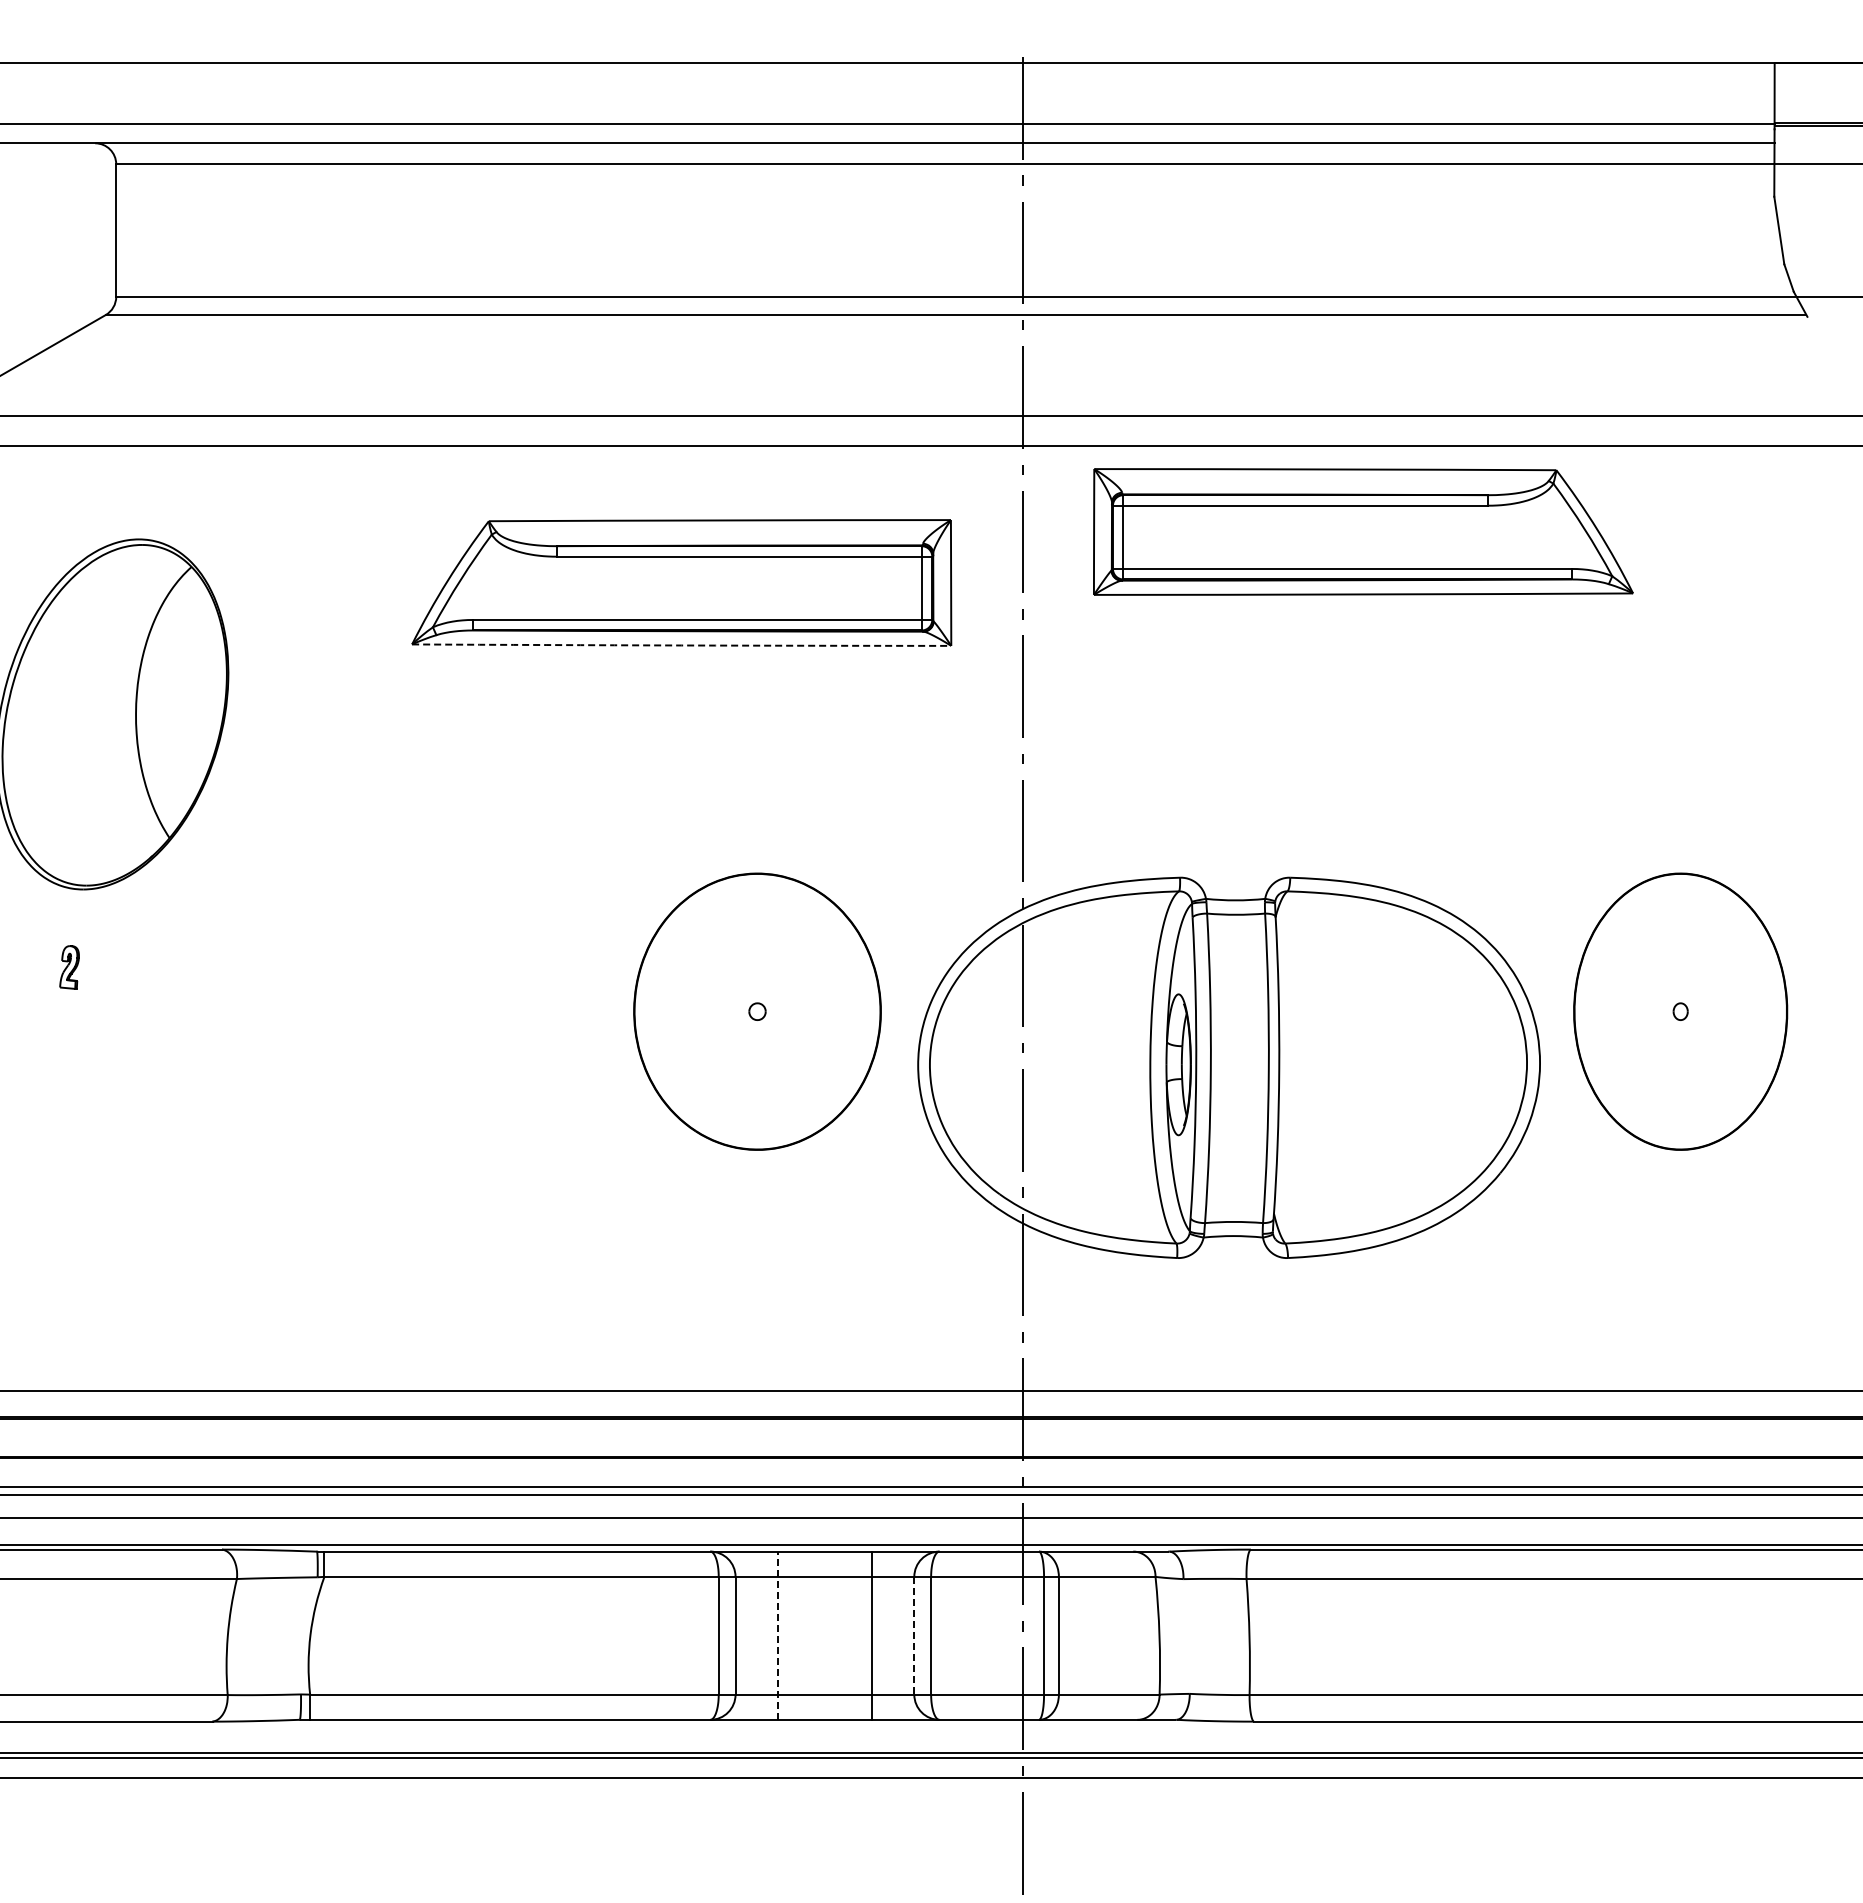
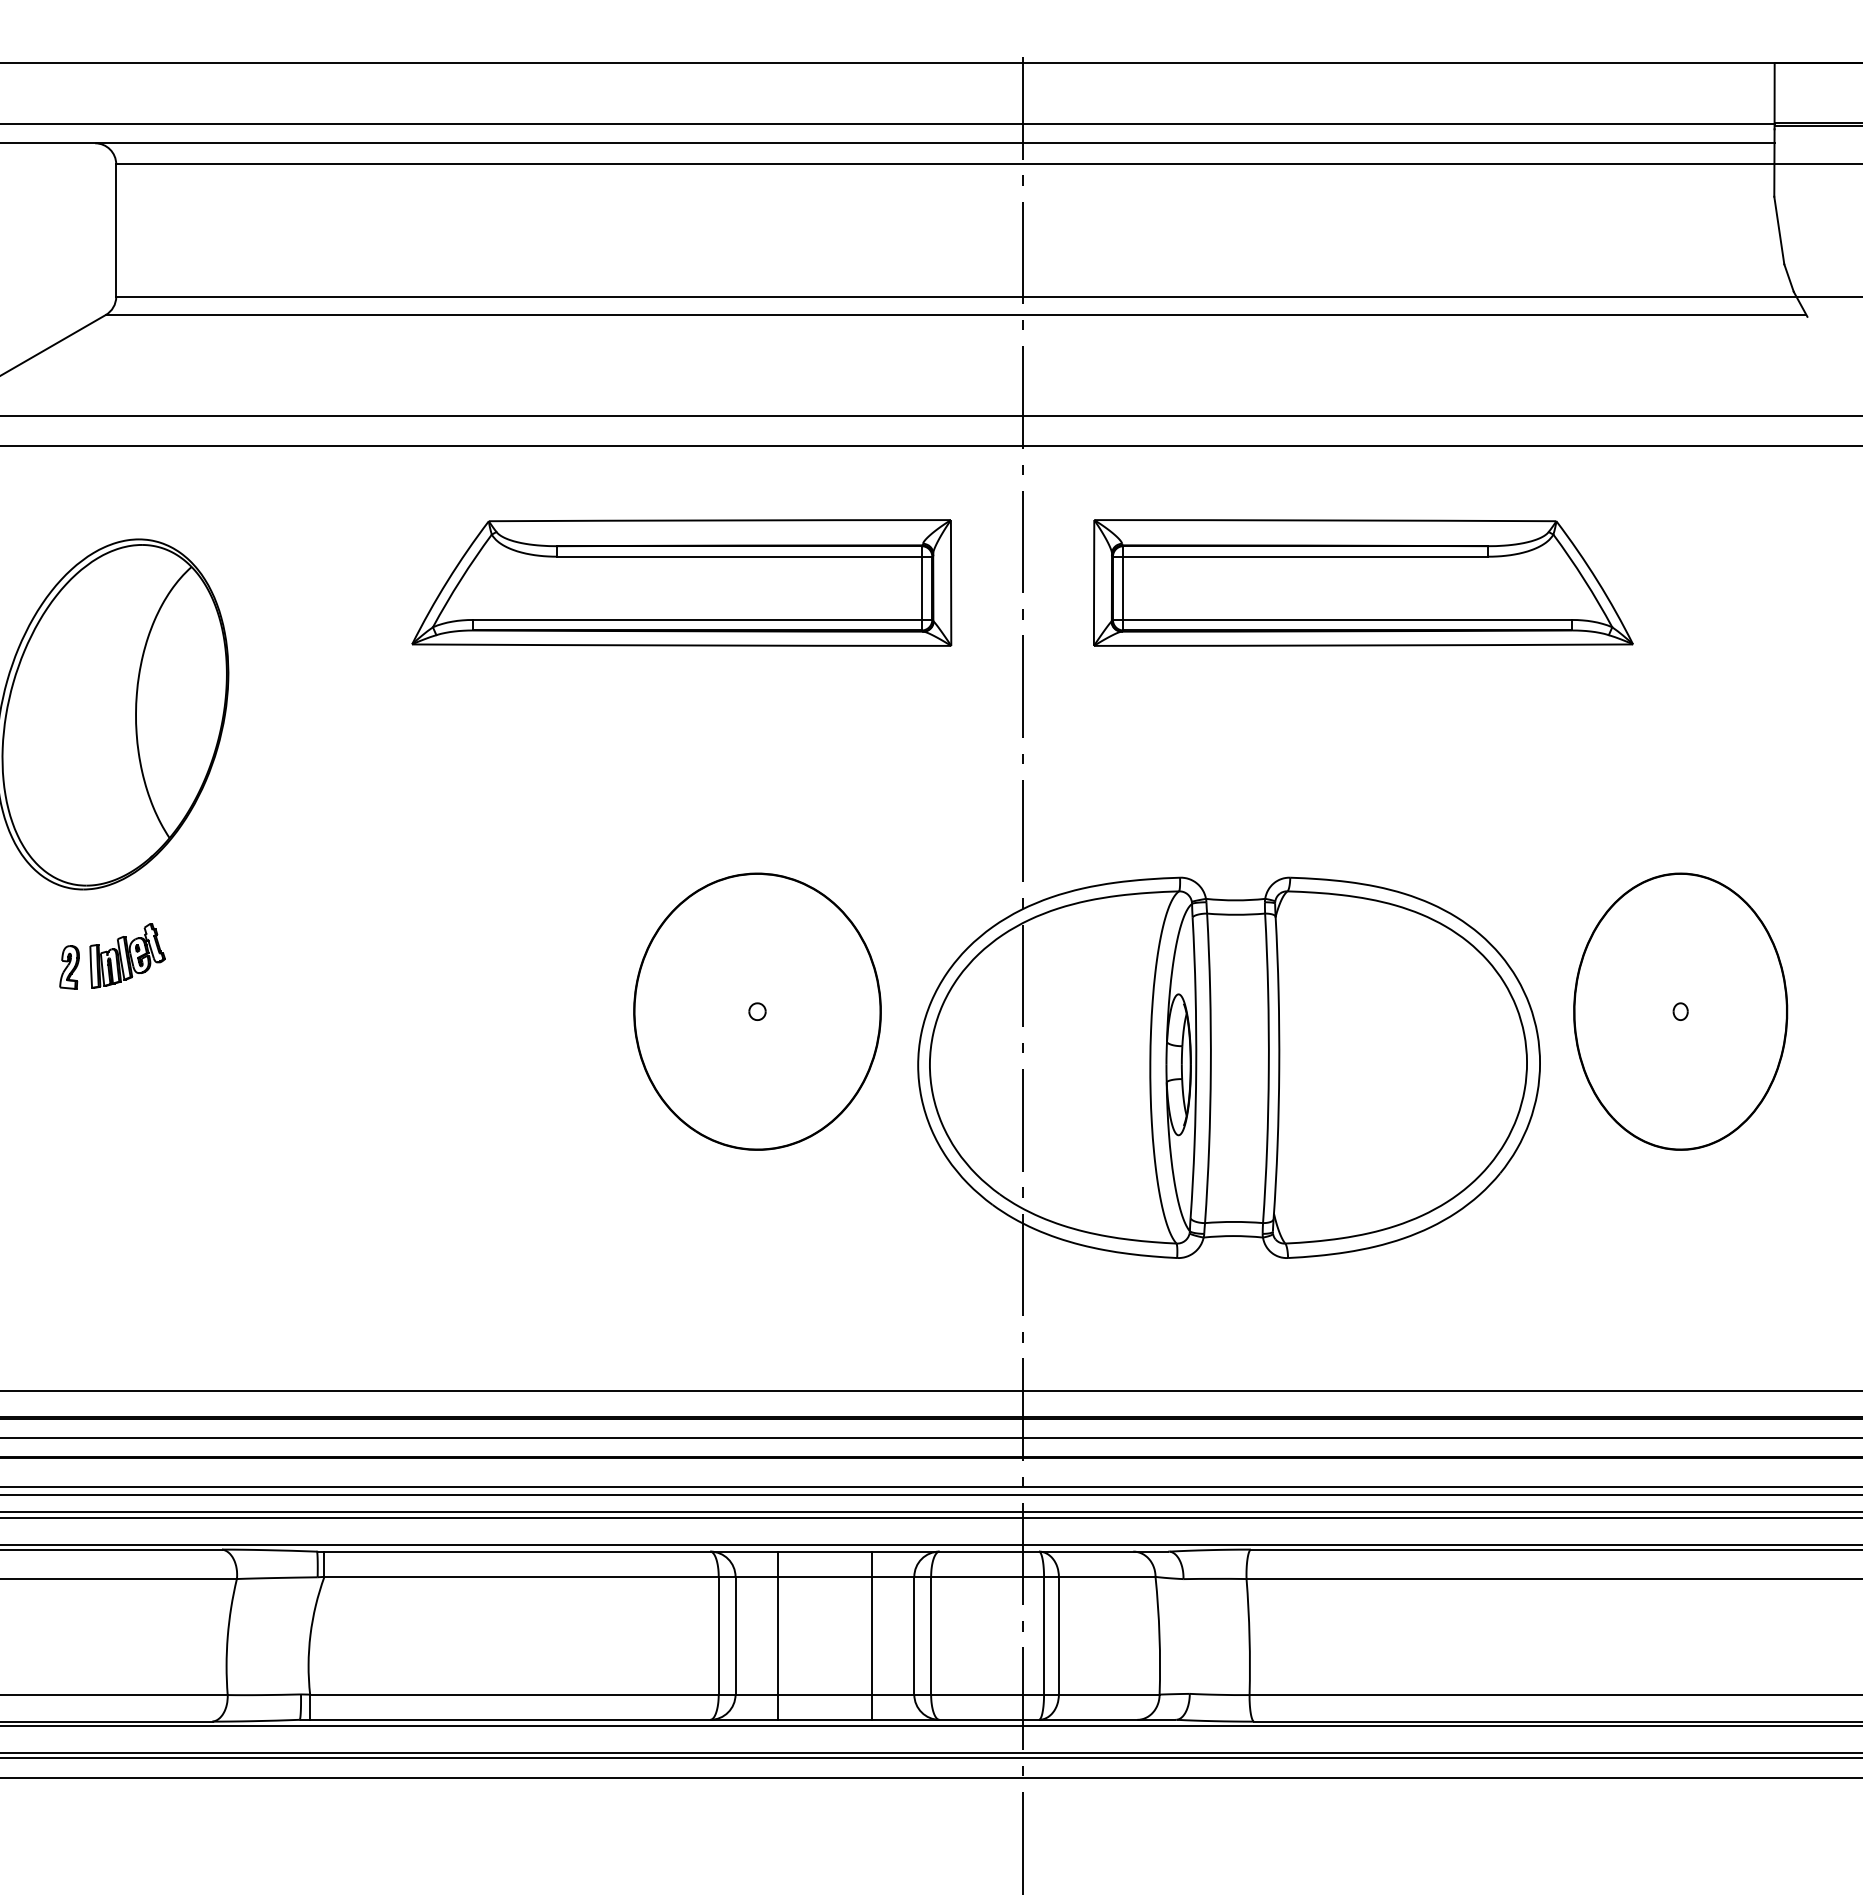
part at (1363, 531) position: (1363, 531) -> (1363, 582)
arc at (681, 645): dashed -> solid
part at (127, 955): none -> present
line at (930, 1438): none -> present
line at (930, 1511): none -> present
line at (777, 1635): dashed -> solid
line at (914, 1635): dashed -> solid
line at (930, 1725): none -> present
